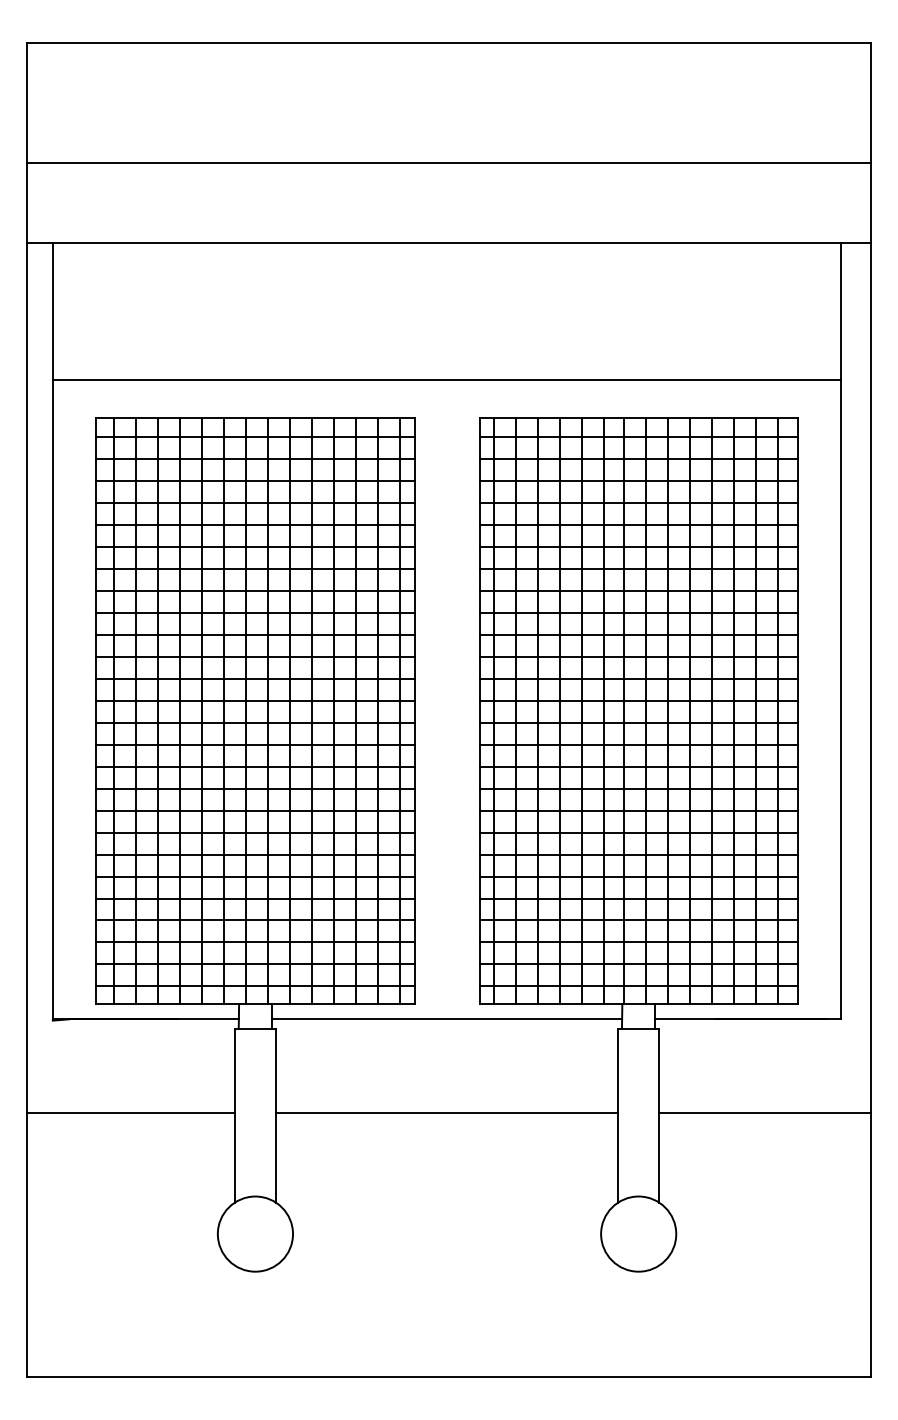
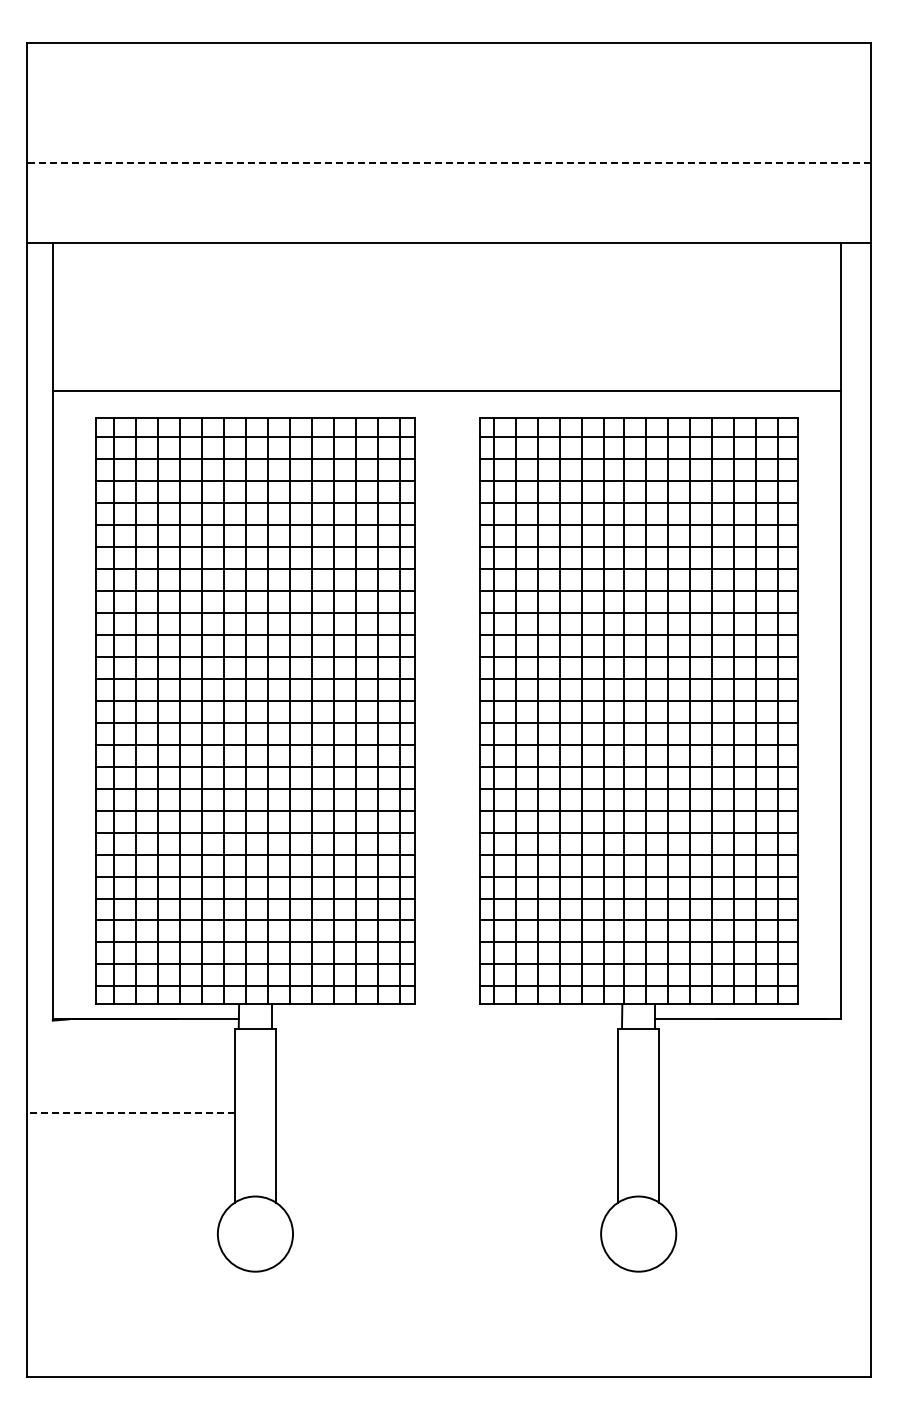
line at (448, 162): solid -> dashed
line at (446, 380) position: (446, 380) -> (446, 391)
line at (446, 1019): present -> none
line at (130, 1113): solid -> dashed
line at (446, 1113): present -> none
line at (764, 1113): present -> none
